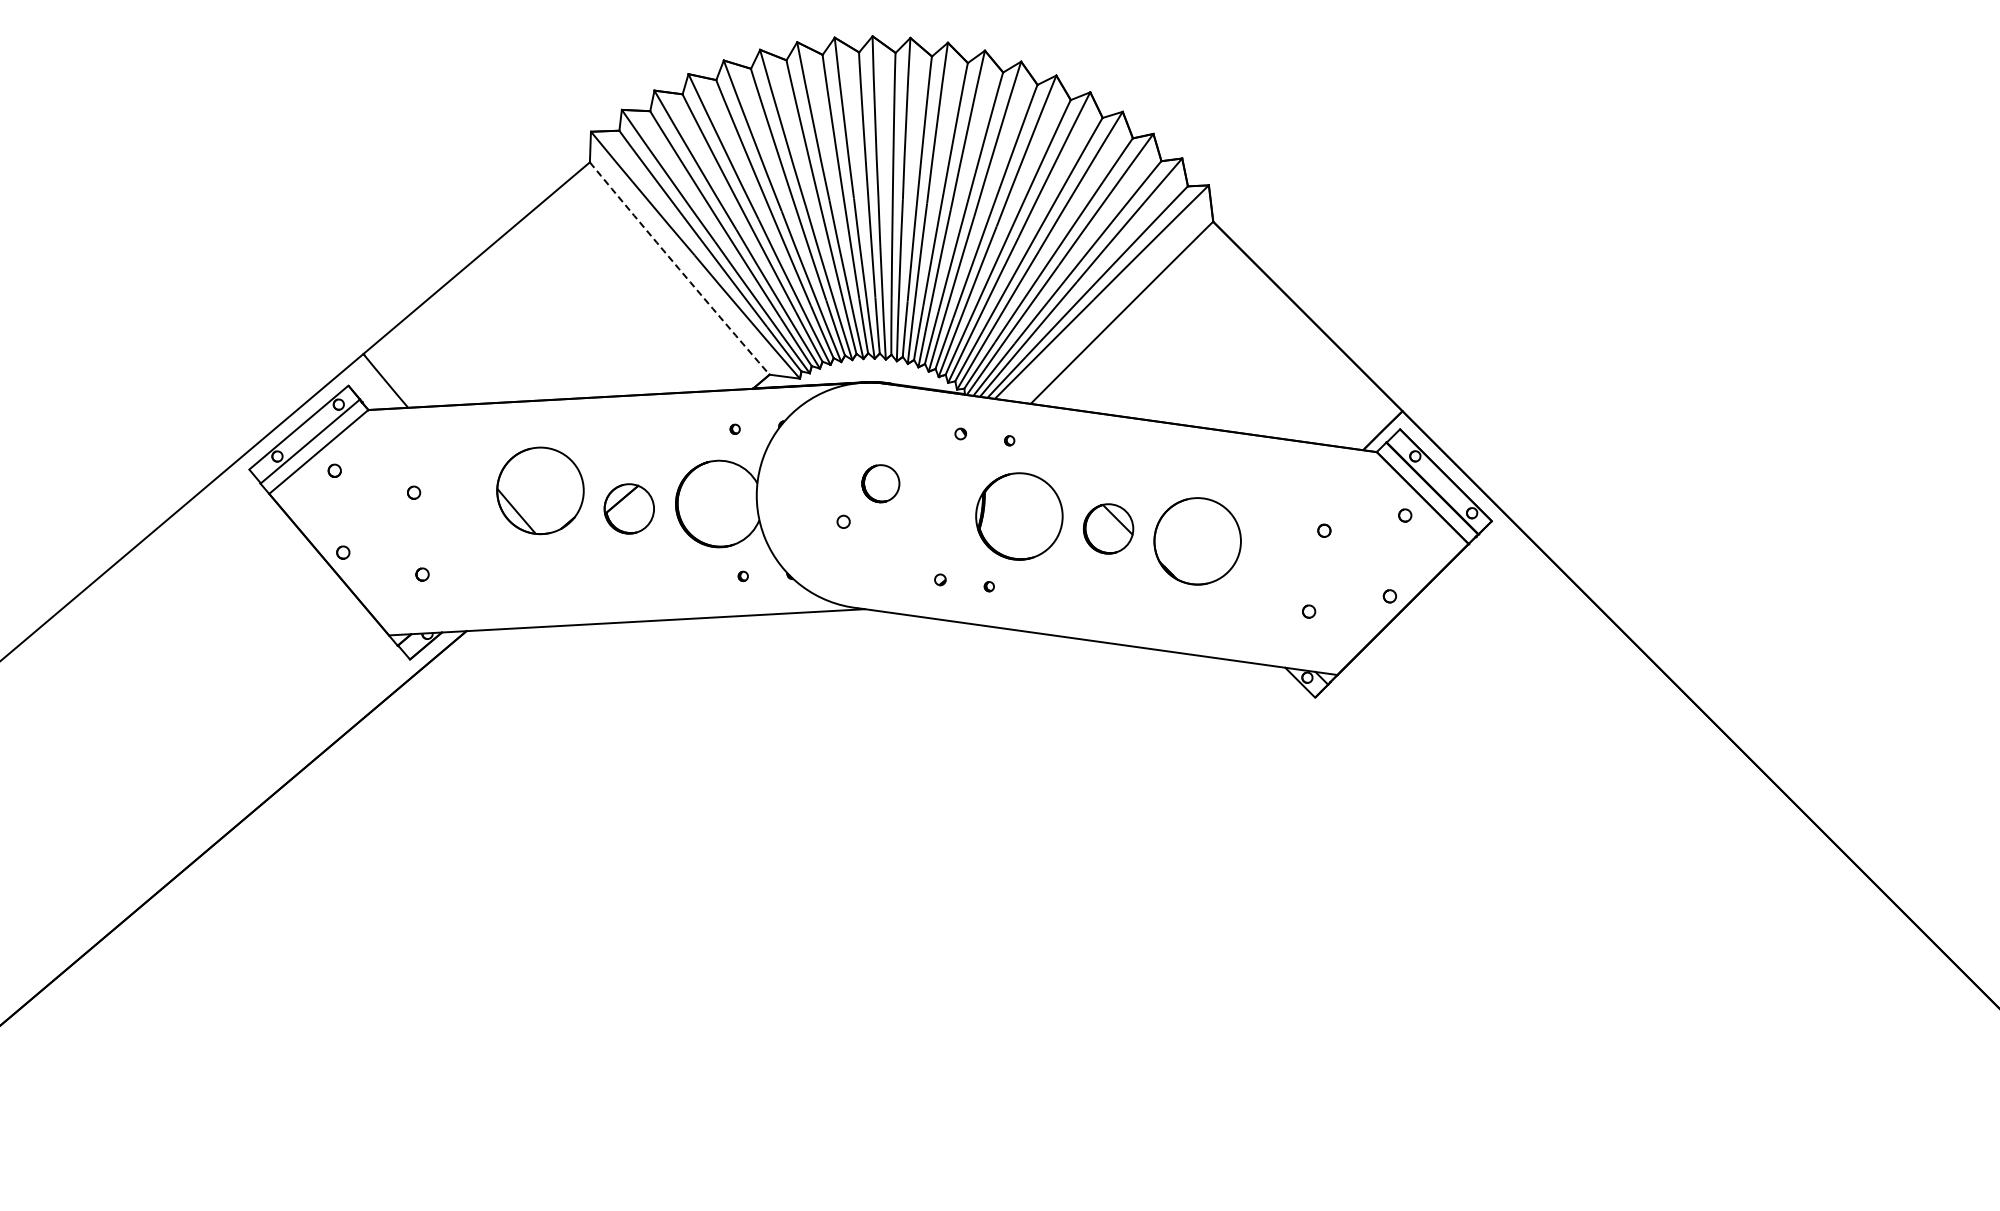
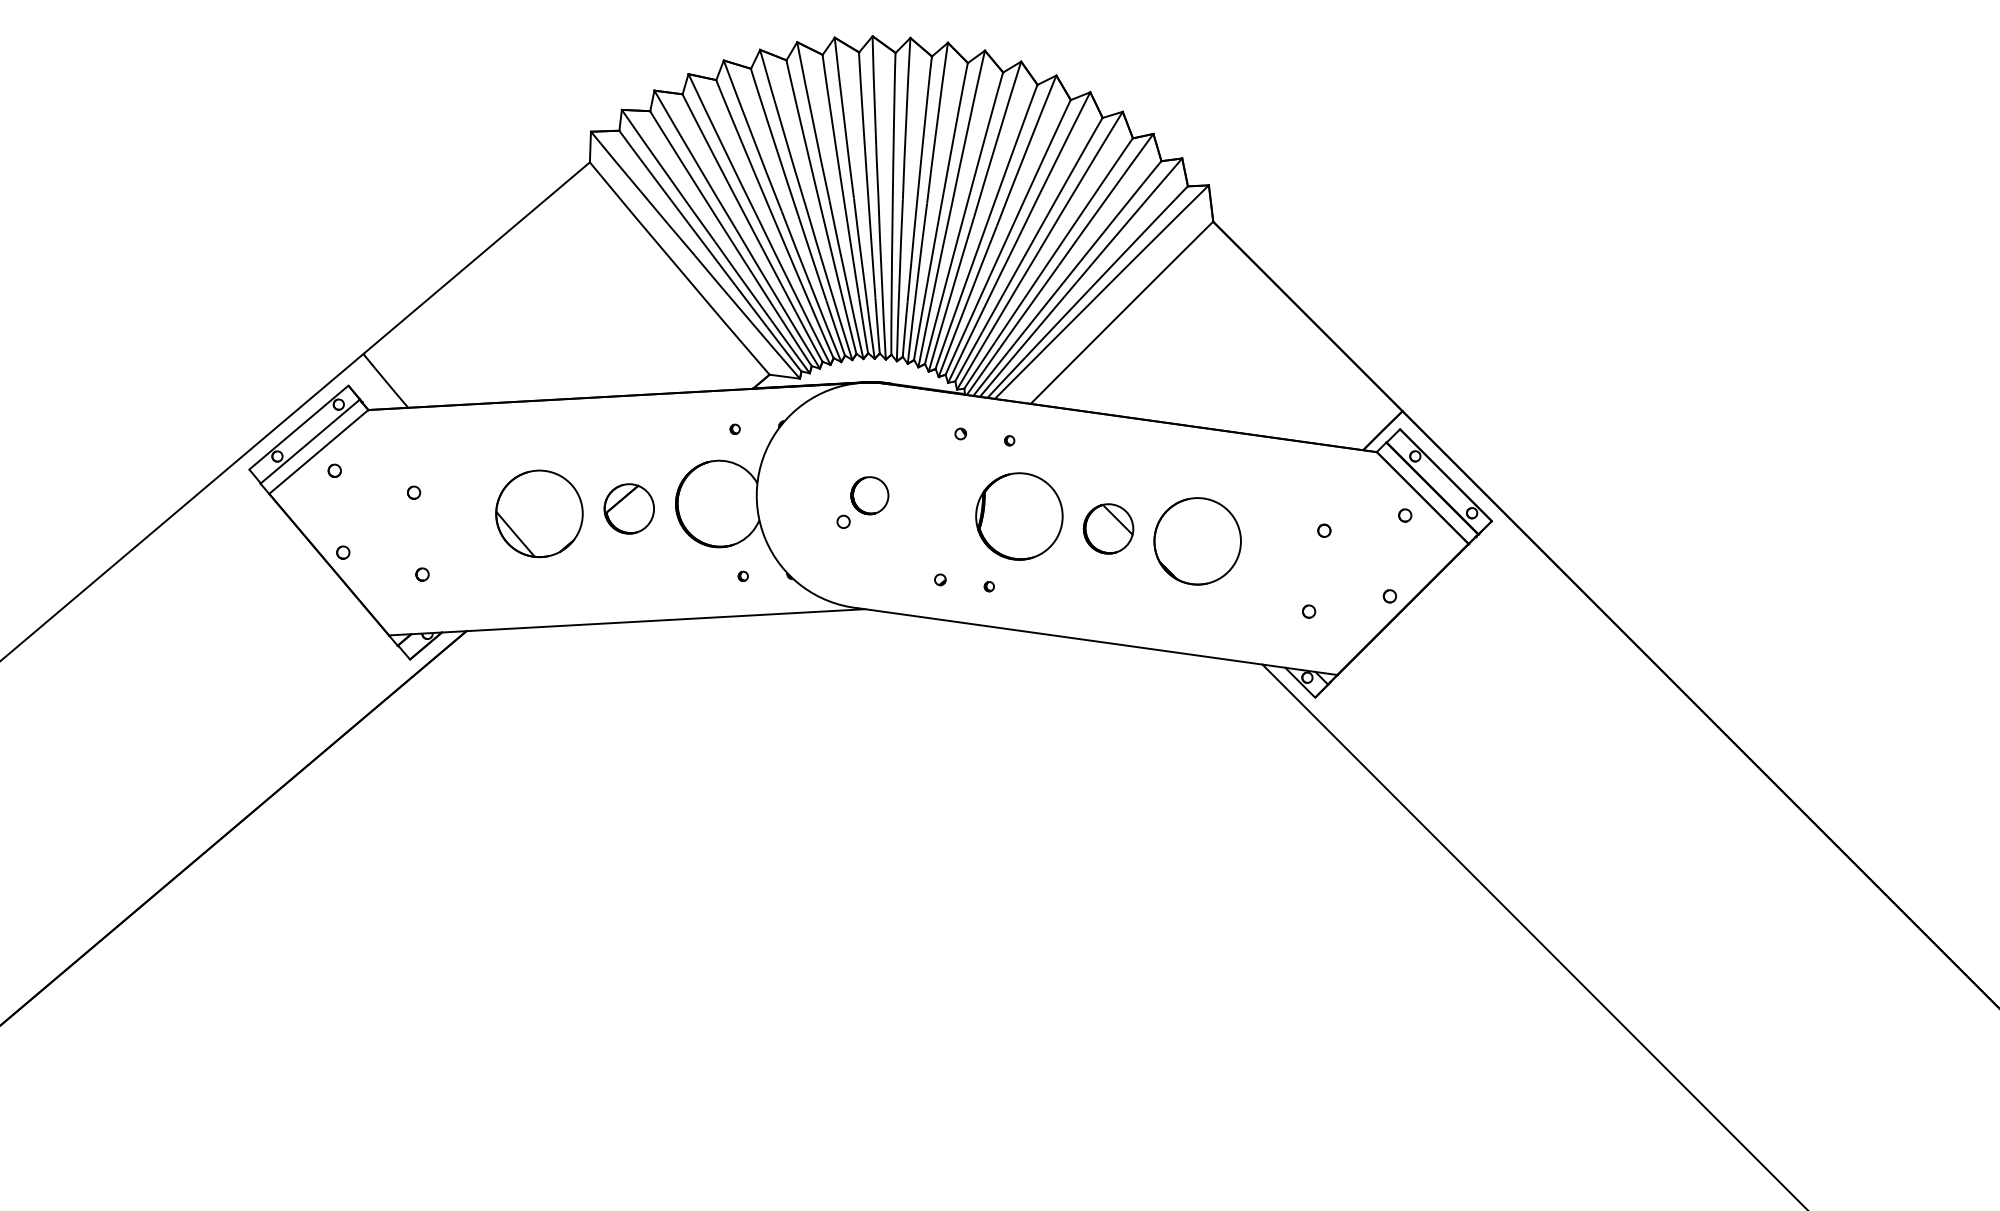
arc at (679, 269): dashed -> solid
part at (880, 483) position: (880, 483) -> (869, 495)
part at (540, 490) position: (540, 490) -> (539, 513)
line at (1533, 935): none -> present
